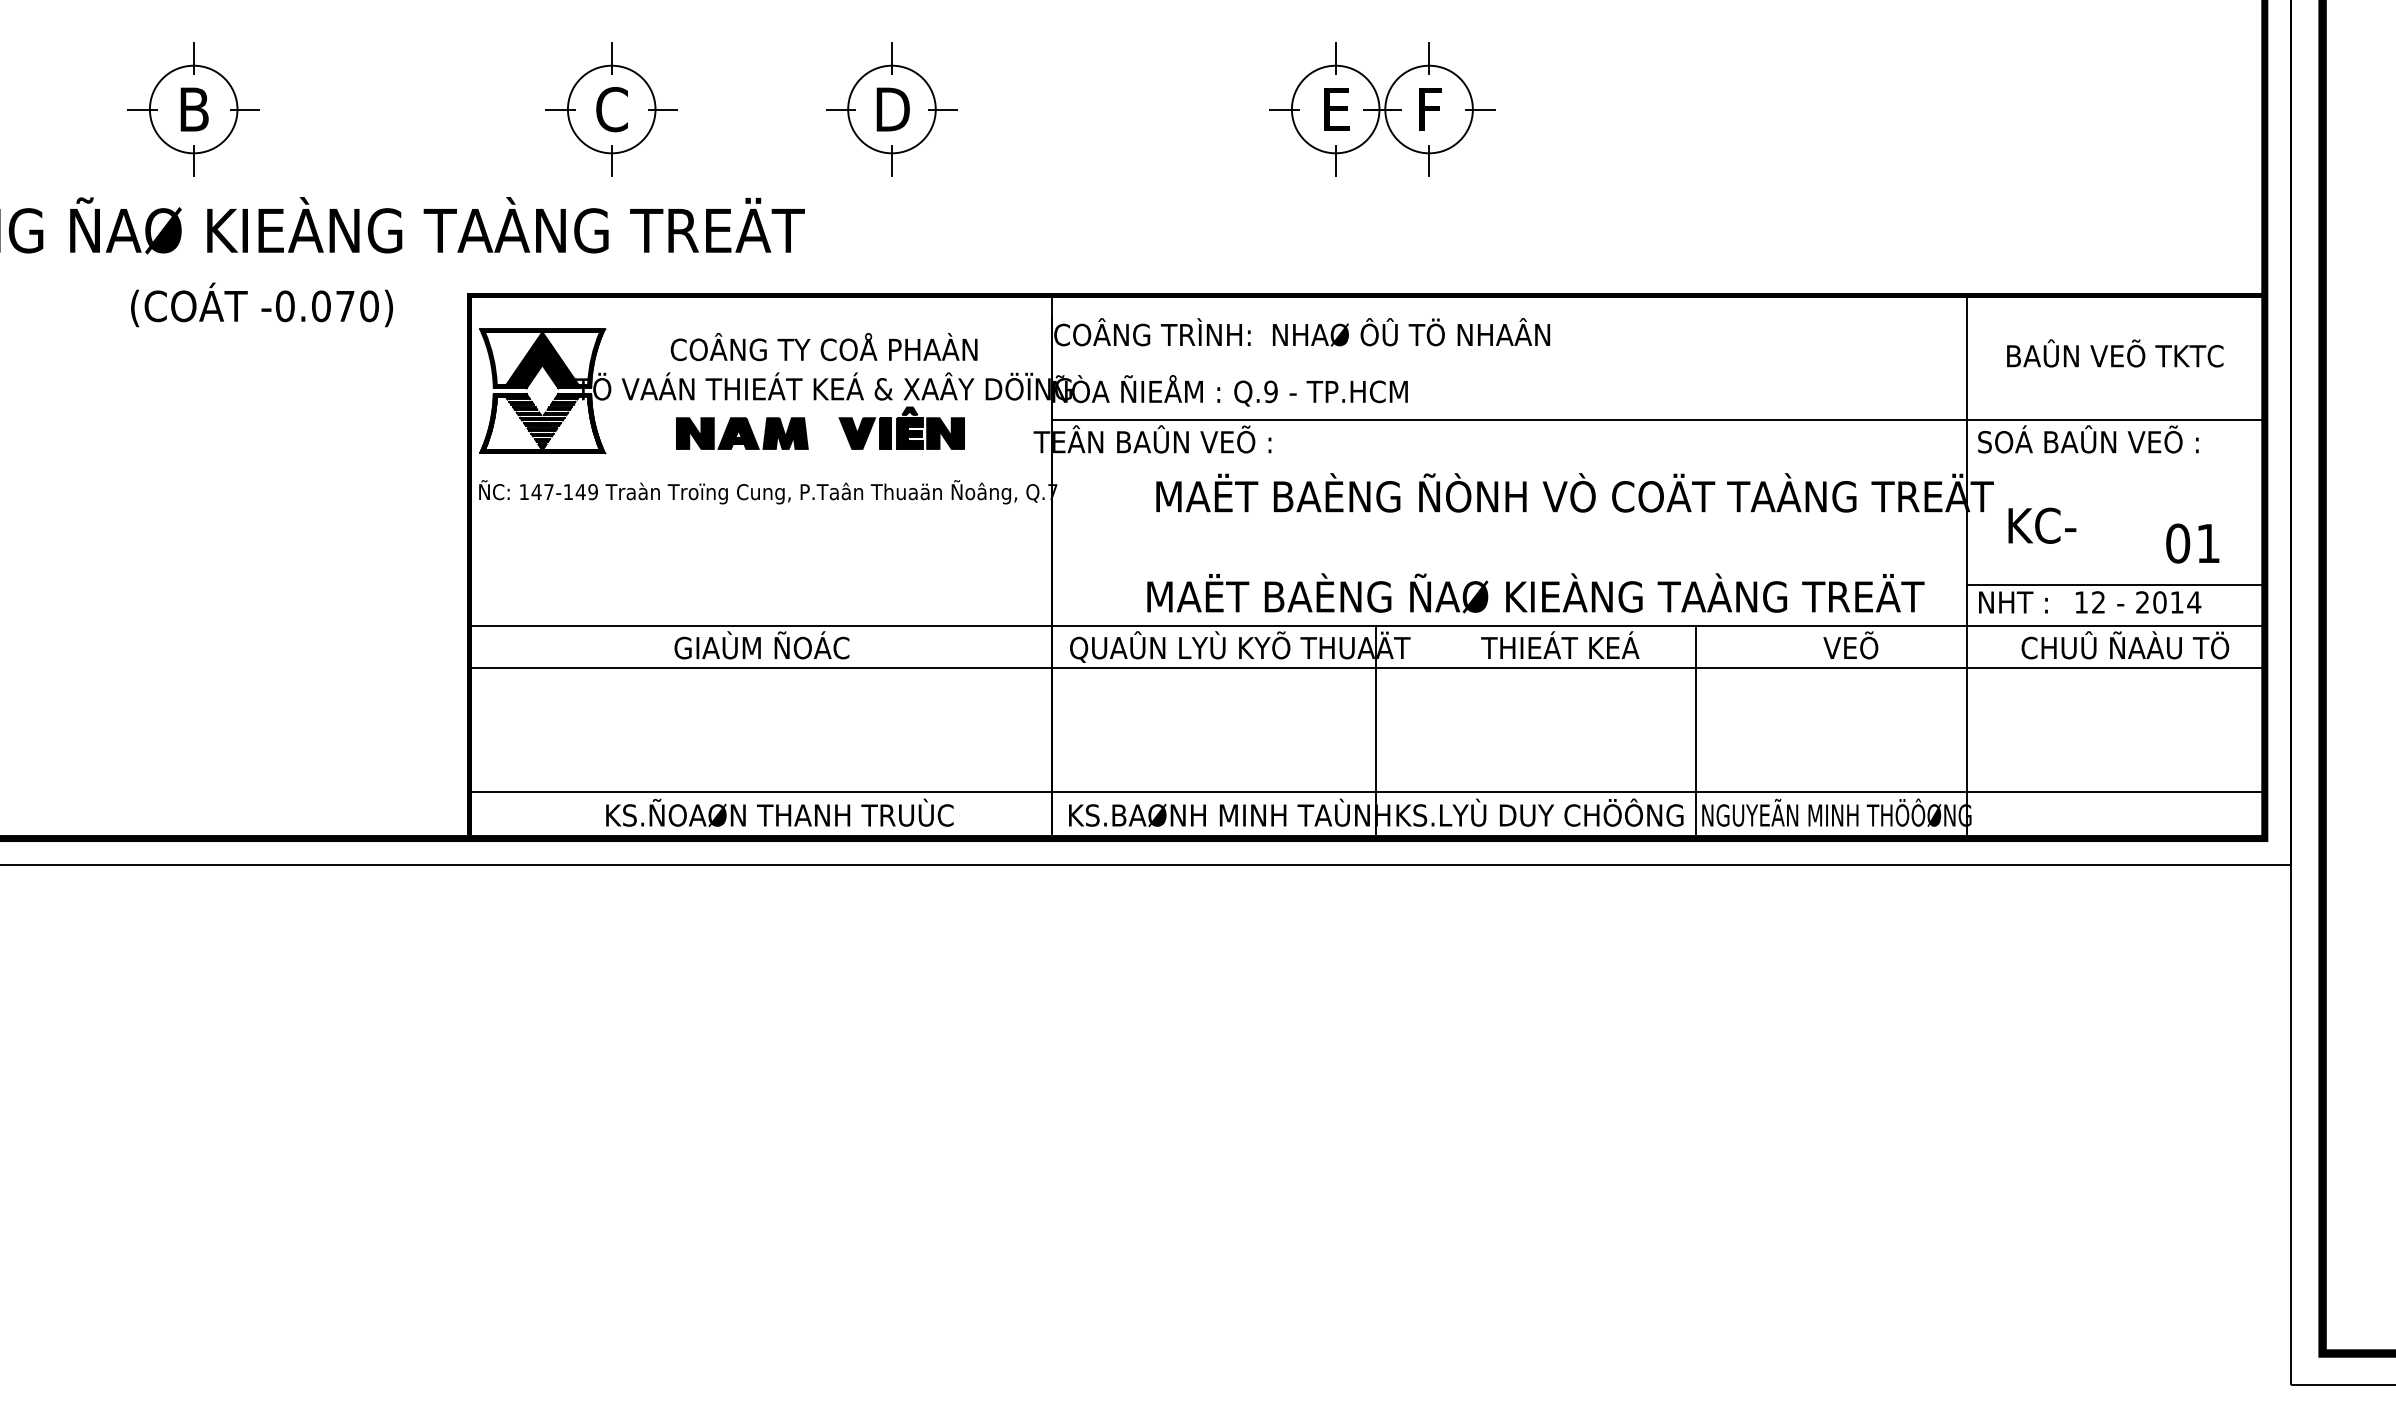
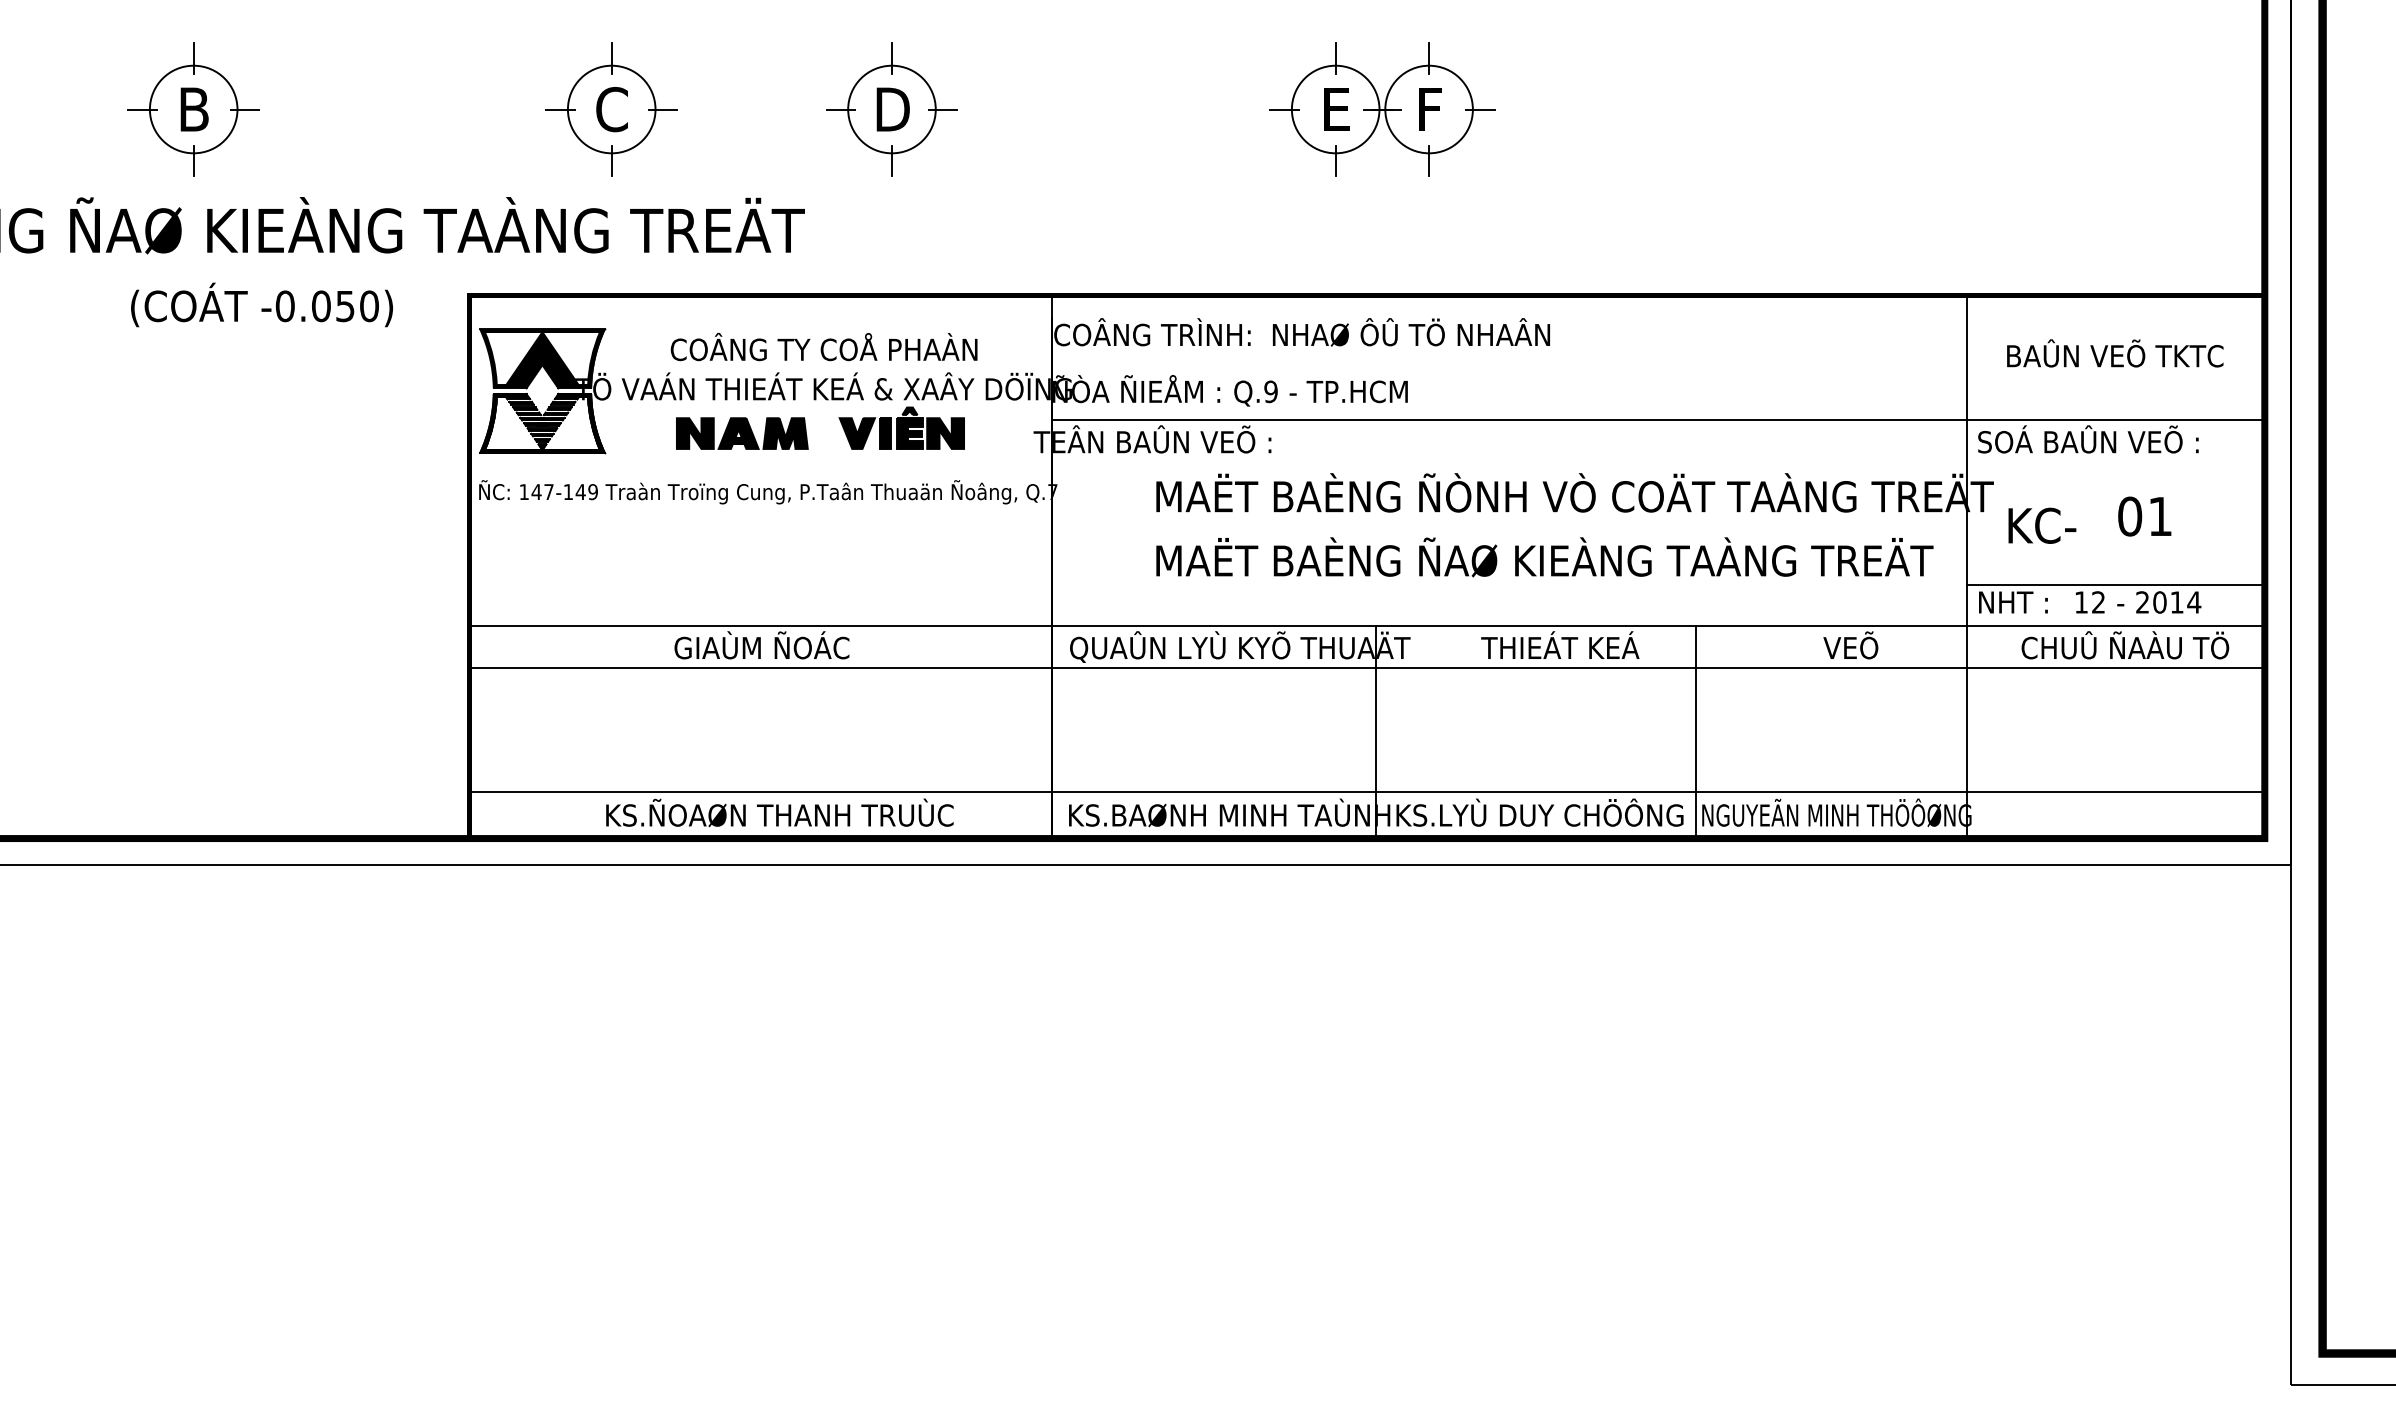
text at (345, 306): -0.070) -> -0.050)
text at (2192, 543) position: (2192, 543) -> (2144, 516)
text at (1535, 593) position: (1535, 593) -> (1544, 557)
